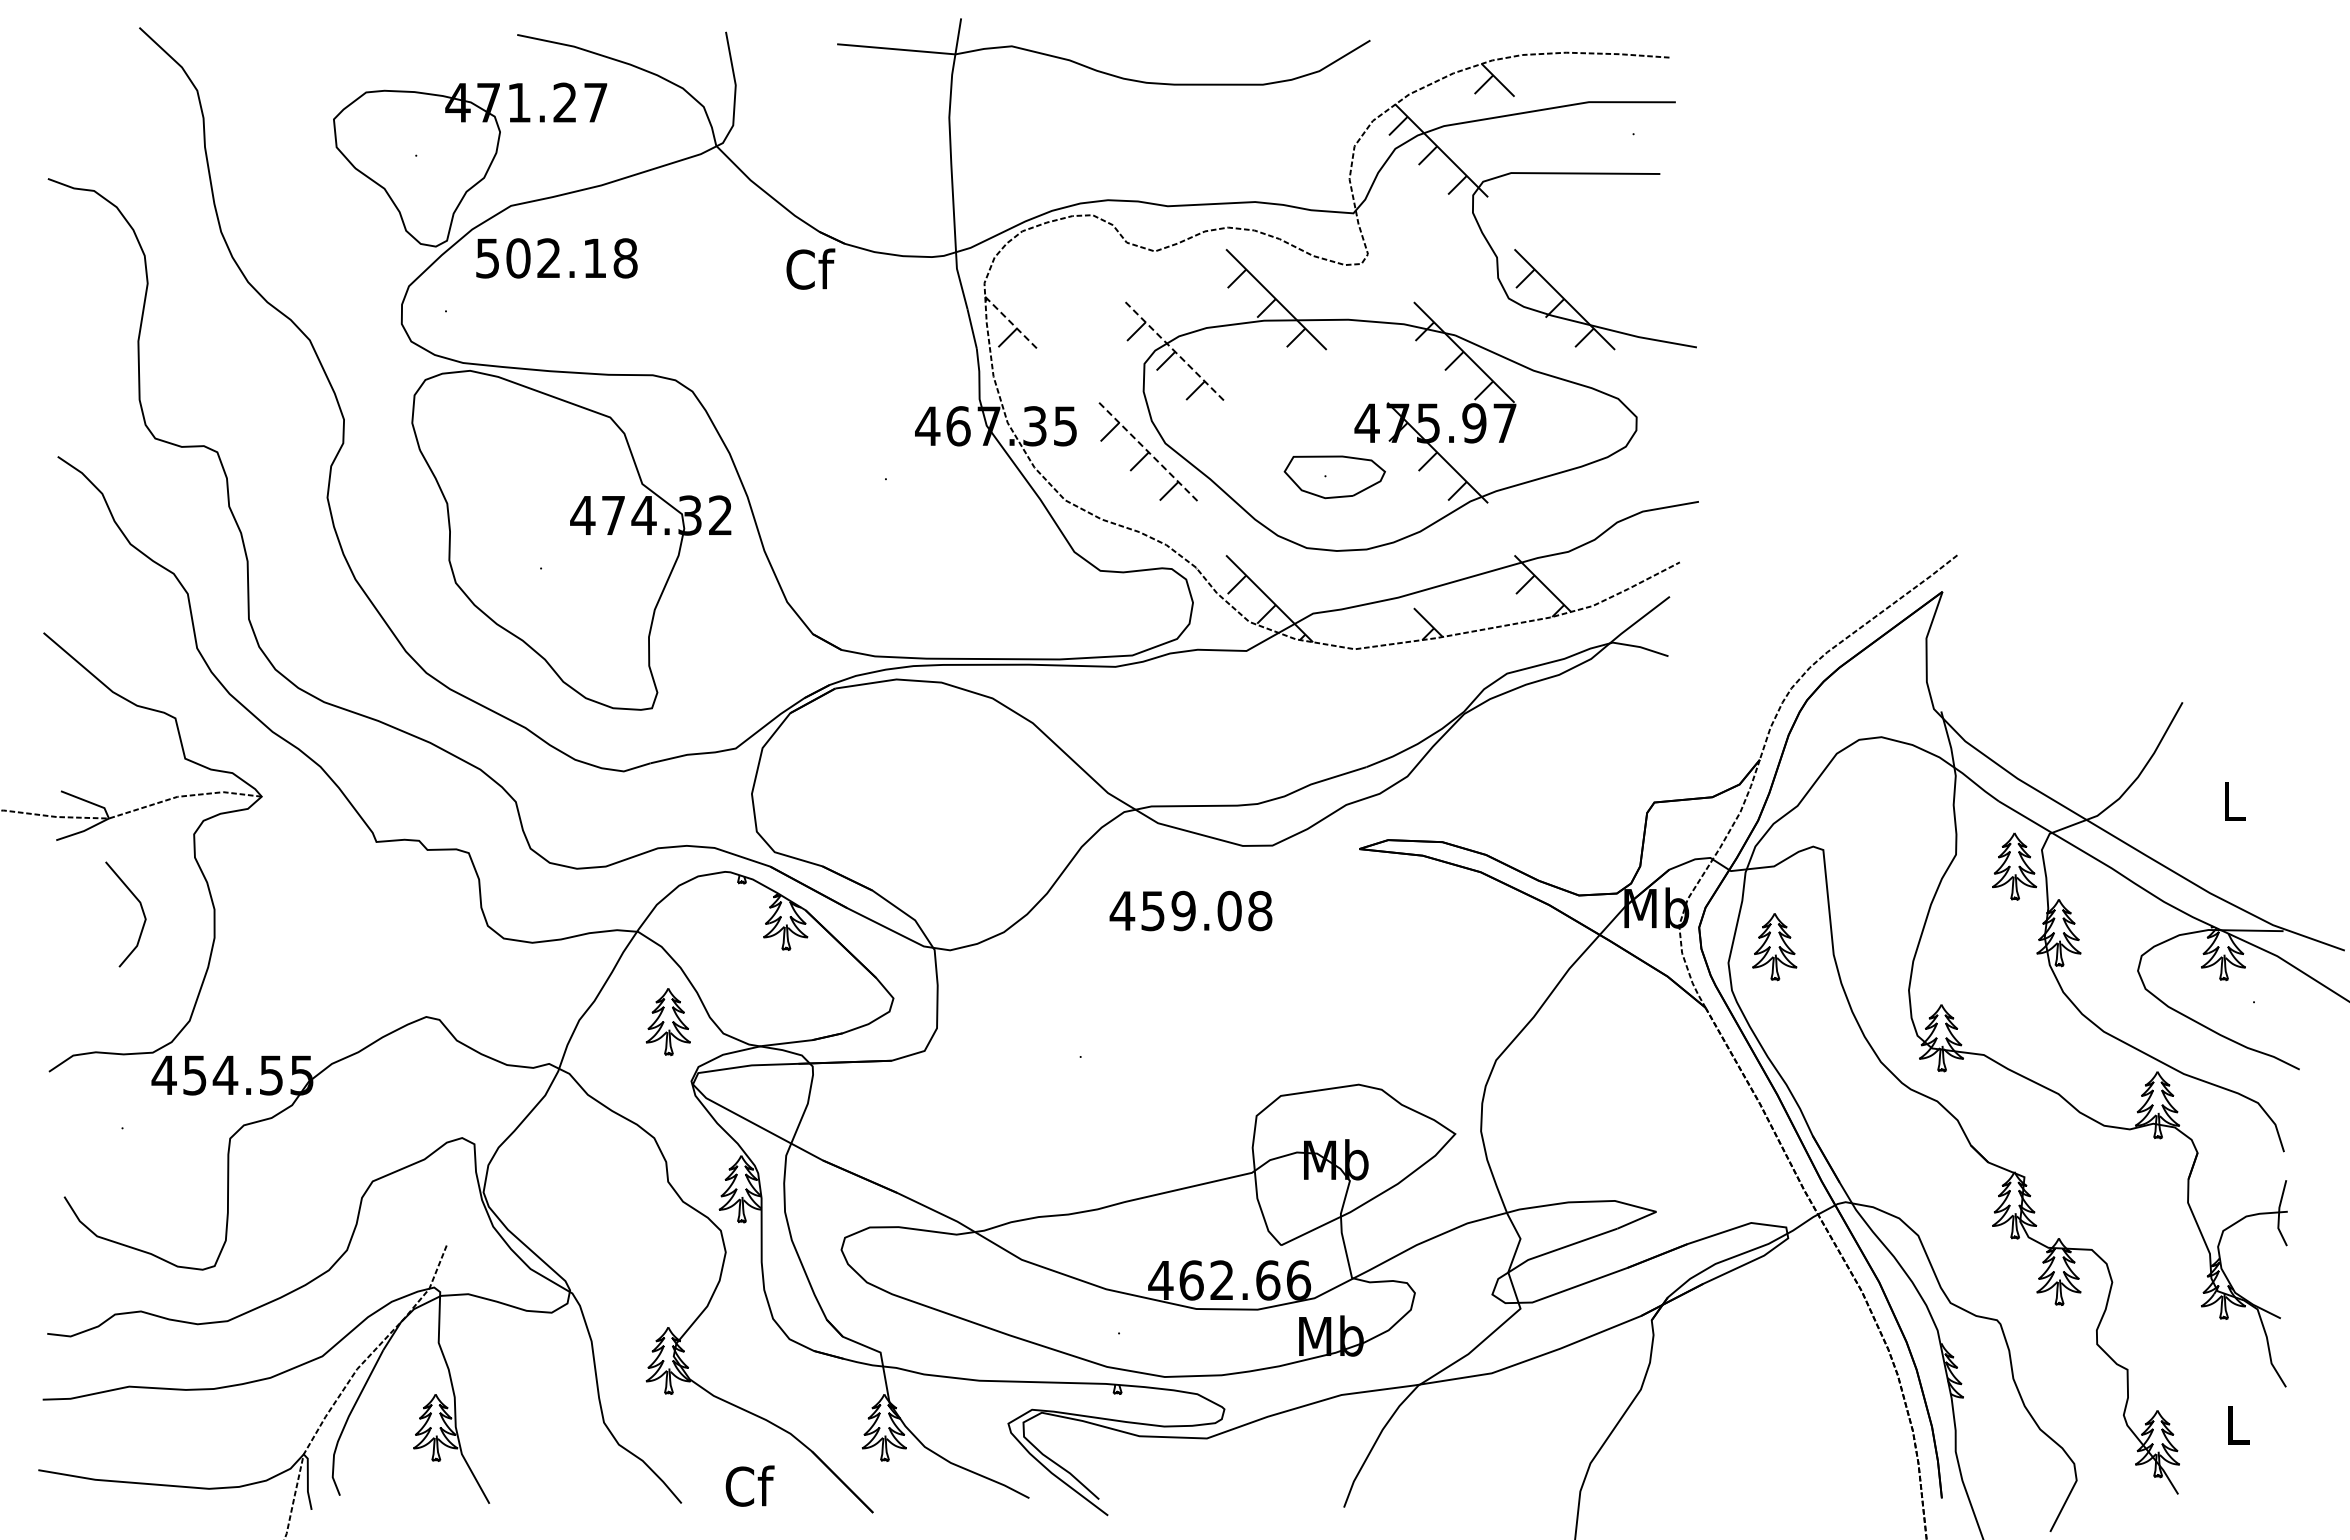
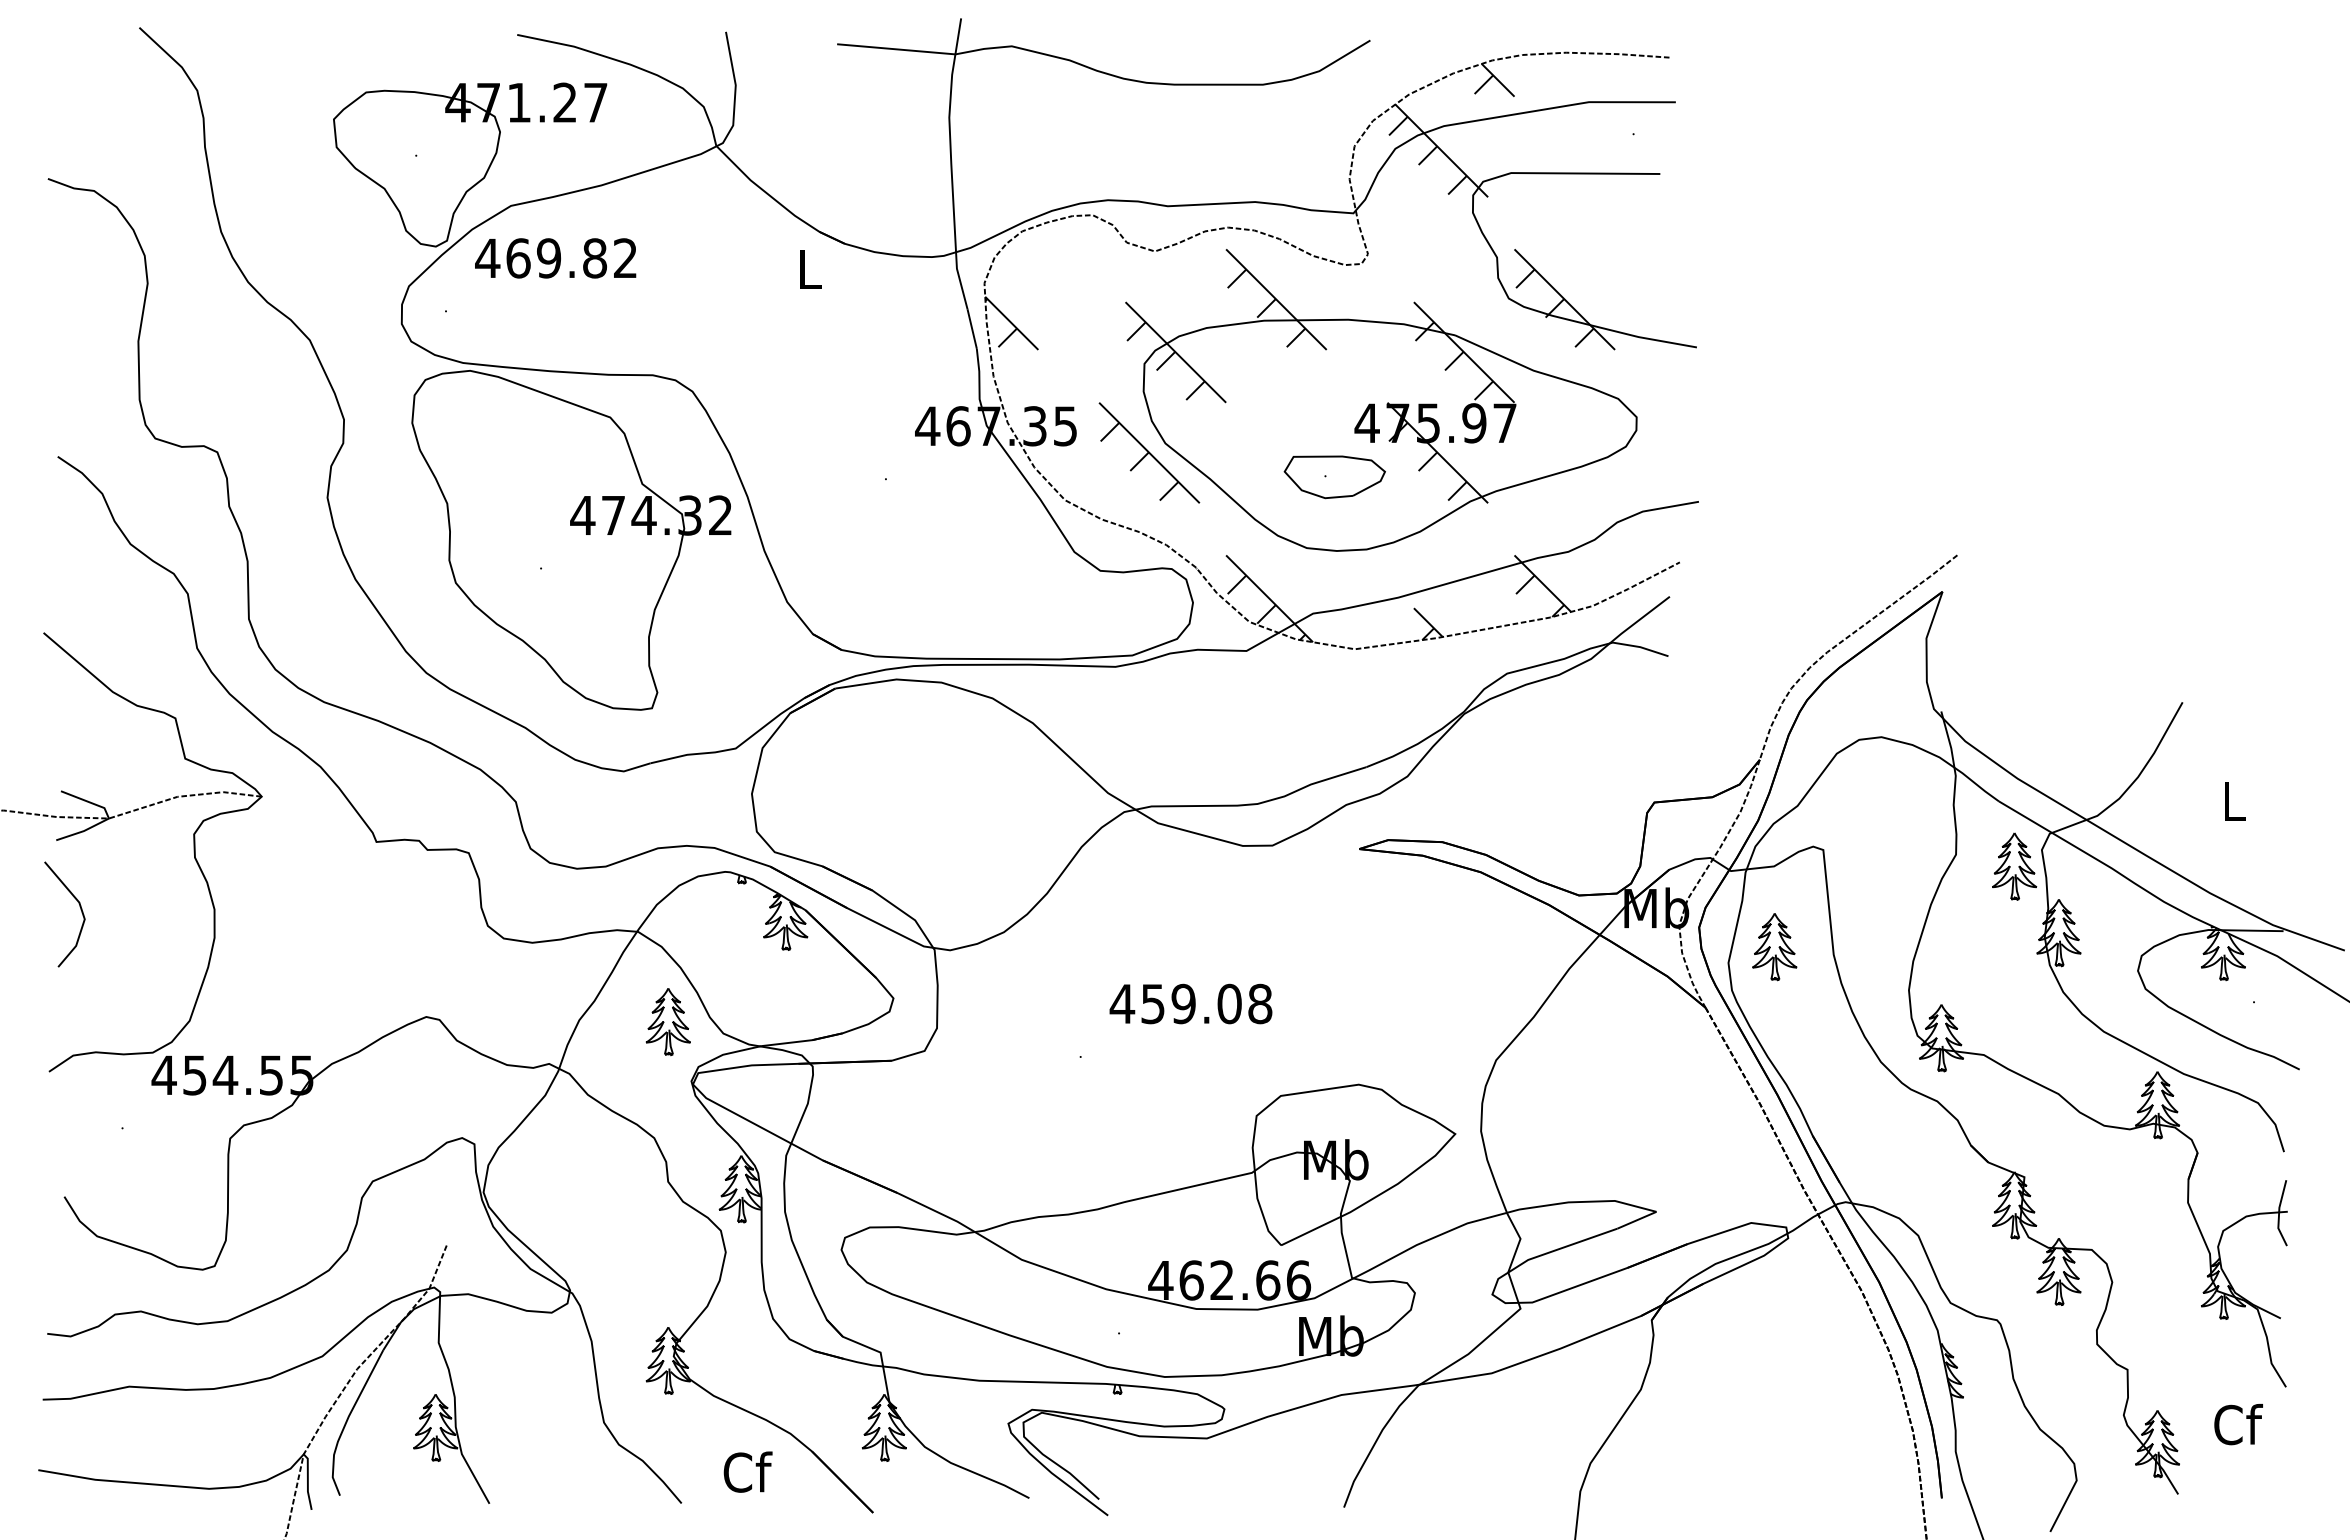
text at (556, 258): 502.18 -> 469.82
text at (810, 268): Cf -> L
line at (1011, 323): dashed -> solid
line at (1176, 352): dashed -> solid
line at (1149, 453): dashed -> solid
line at (141, 909) position: (141, 909) -> (80, 909)
text at (1190, 910) position: (1190, 910) -> (1190, 1003)
text at (2238, 1424): L -> Cf
text at (749, 1485) position: (749, 1485) -> (747, 1471)
